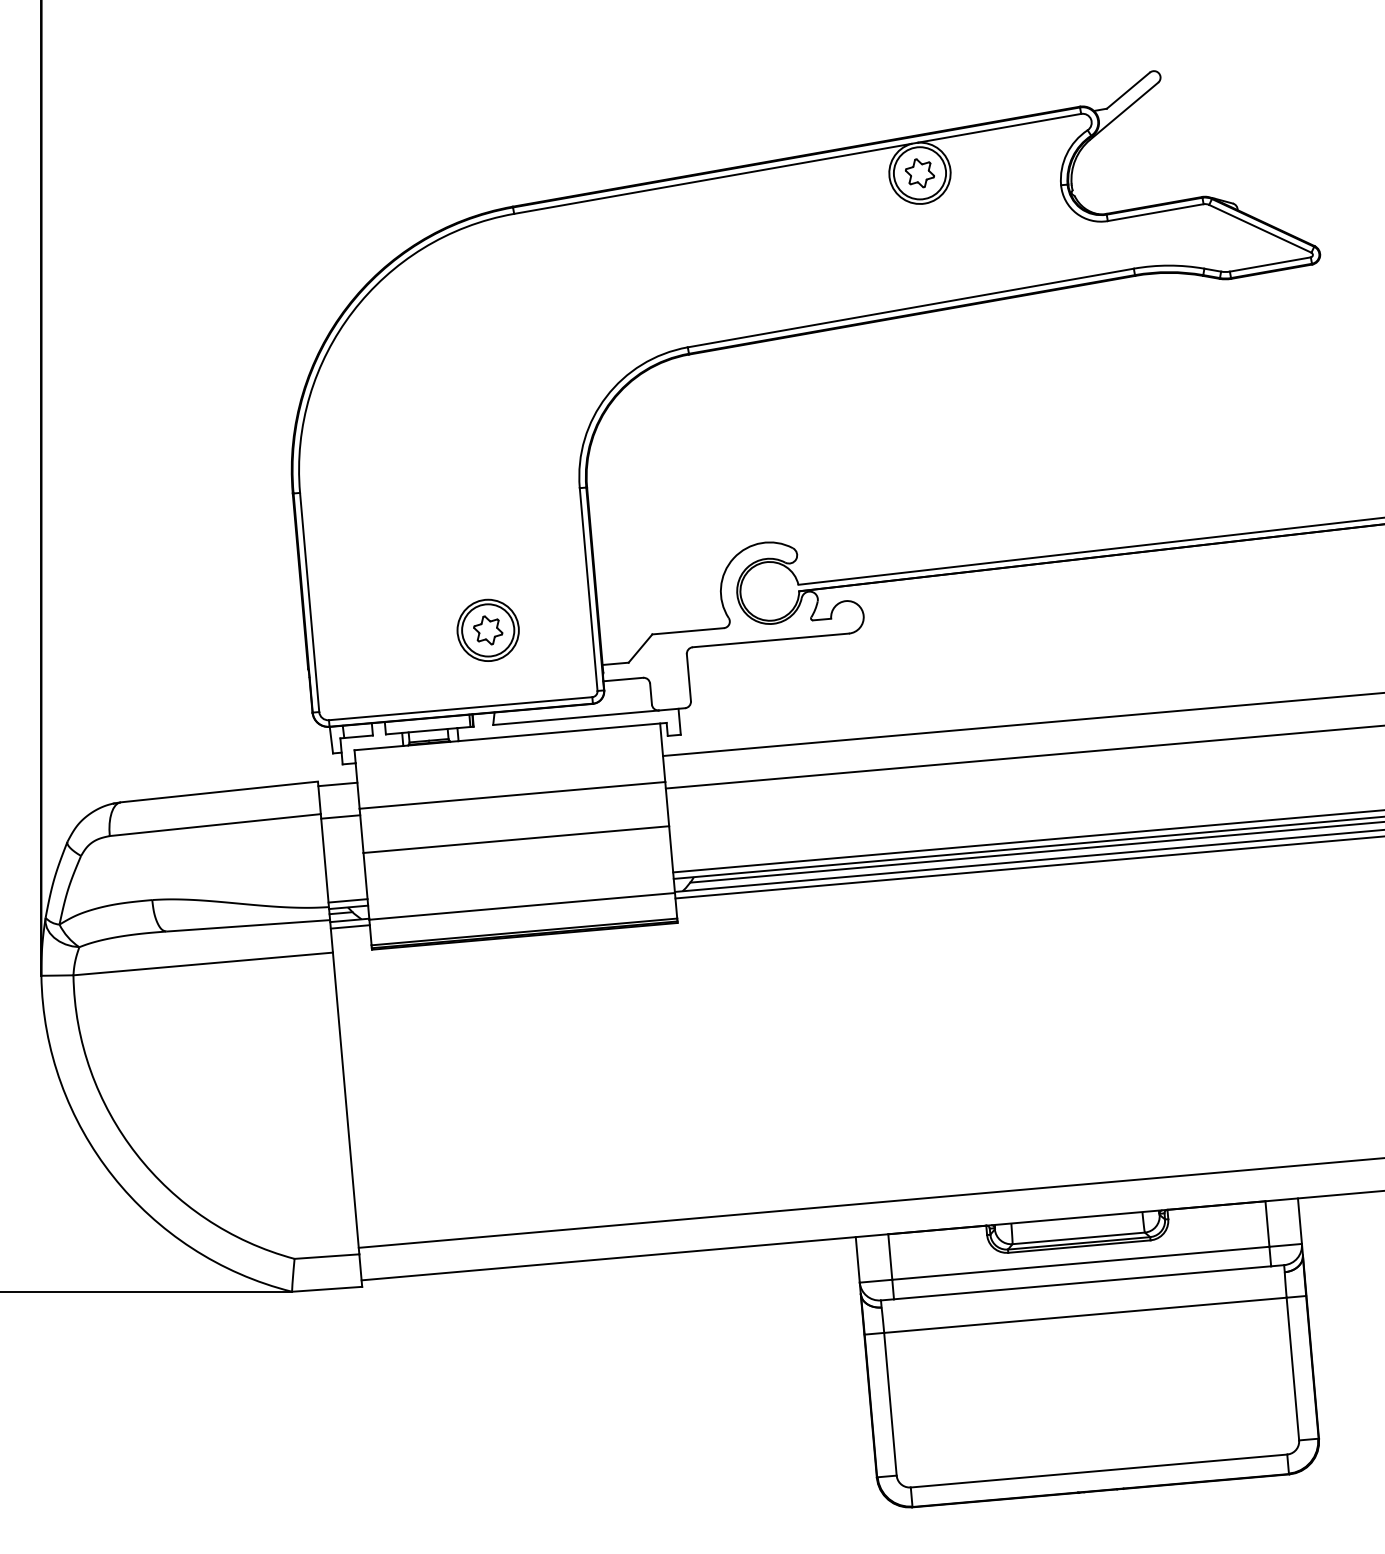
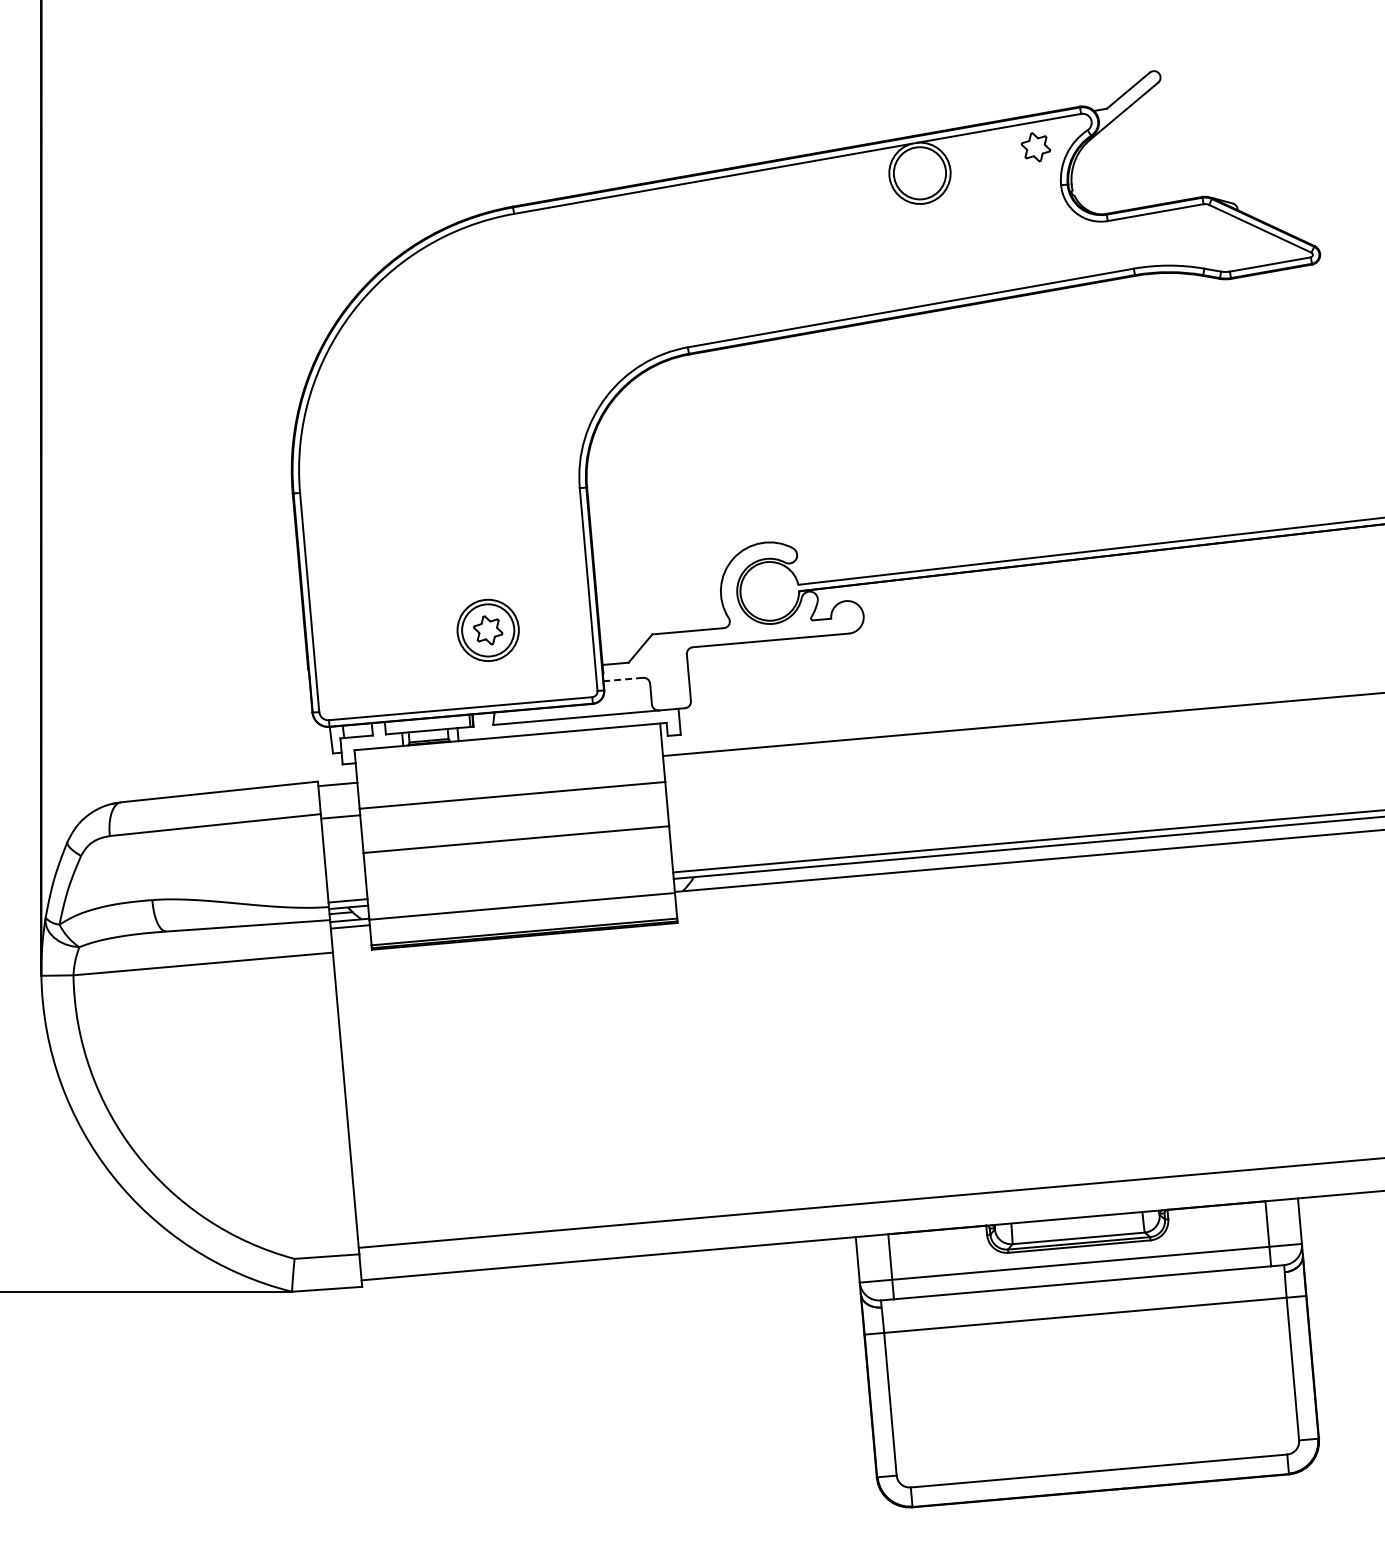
part at (919, 173) position: (919, 173) -> (1035, 147)
line at (623, 679): solid -> dashed
line at (1023, 756): present -> none
line at (1035, 852): present -> none
line at (1028, 867): present -> none
